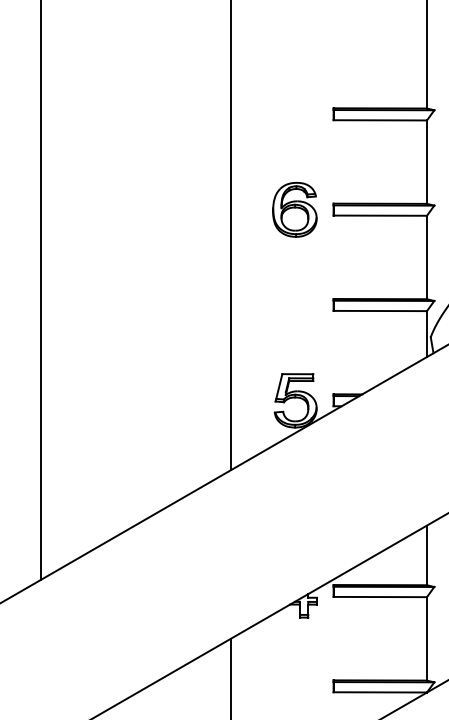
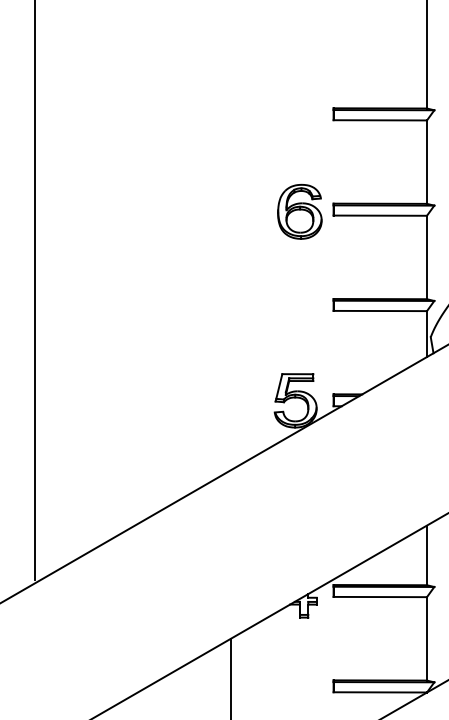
part at (294, 209) position: (294, 209) -> (299, 211)
line at (230, 236): present -> none
line at (40, 291) position: (40, 291) -> (34, 291)
